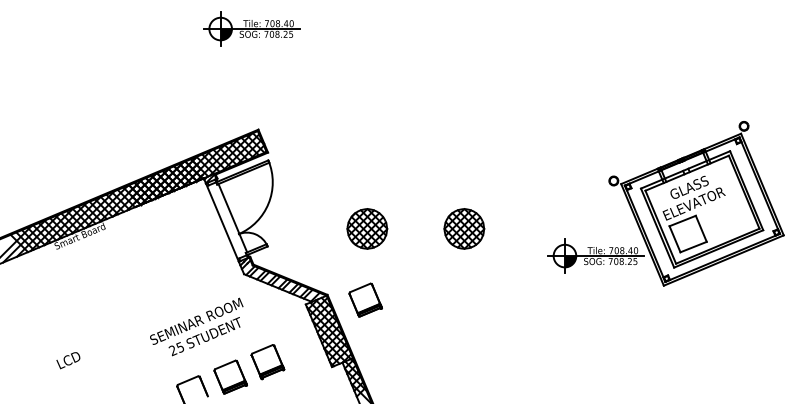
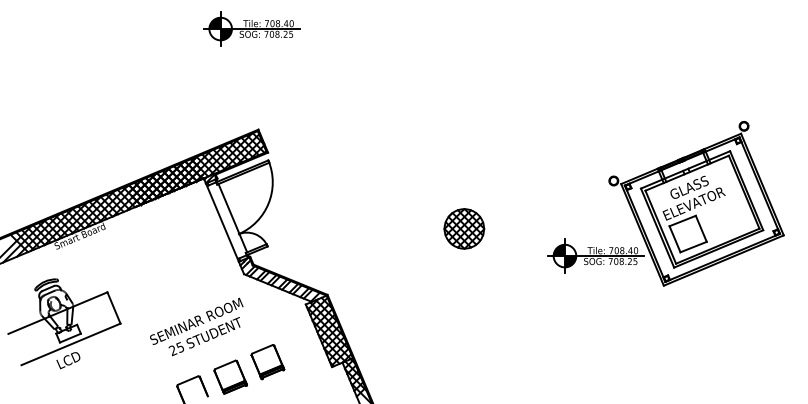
fill at (214, 23): none -> present
part at (367, 228): present -> none
fill at (558, 250): none -> present
part at (365, 299): present -> none
part at (64, 322): none -> present
